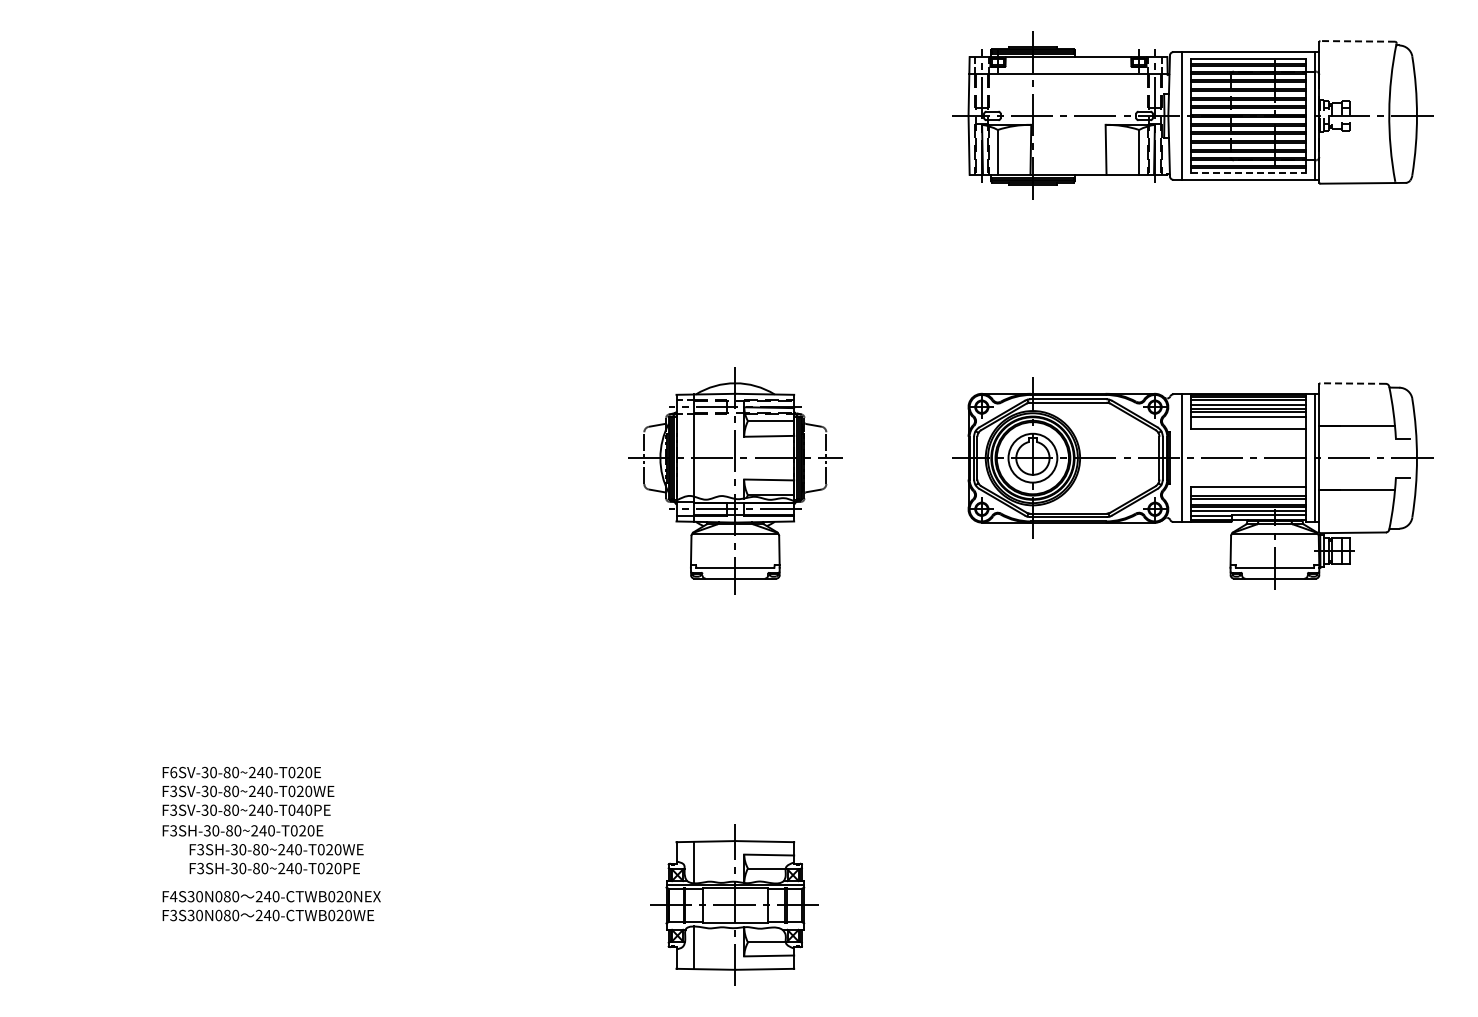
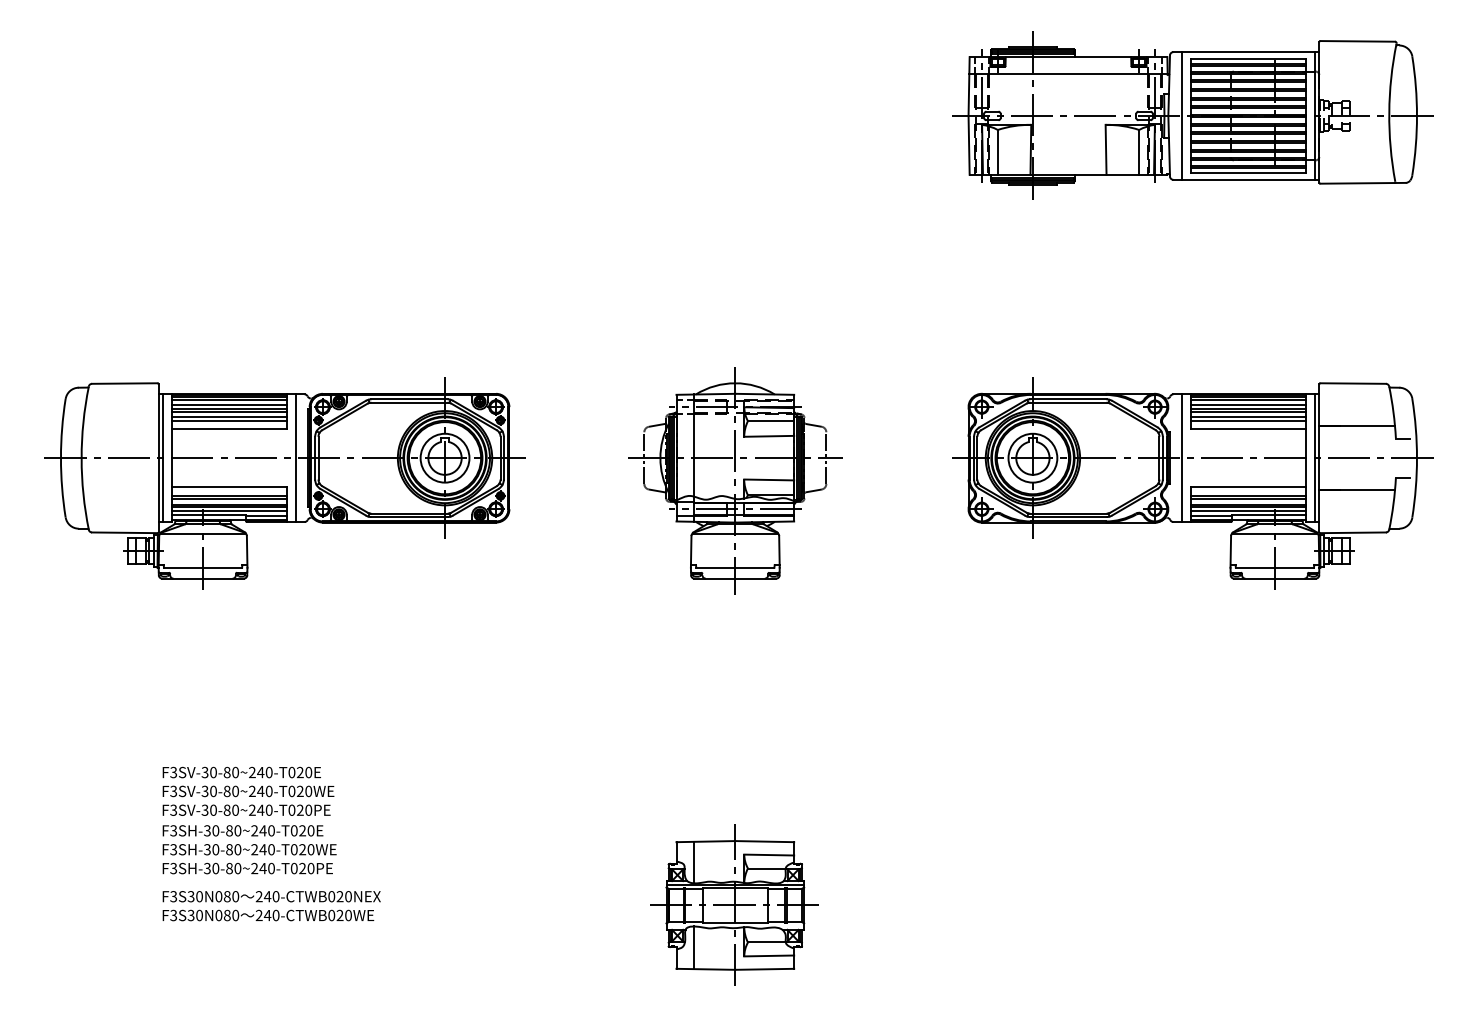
line at (1357, 41): dashed -> solid
line at (1248, 172): dashed -> solid
line at (1353, 383): dashed -> solid
line at (1248, 420): none -> present
part at (284, 483): none -> present
text at (173, 772): F6SV-30-80~240-T020E -> F3SV-30-80~240-T020E
text at (300, 809): F3SV-30-80~240-T040PE -> F3SV-30-80~240-T020PE
text at (276, 859) position: (276, 859) -> (249, 859)
text at (173, 896): F4S30N080 -> F3S30N080
